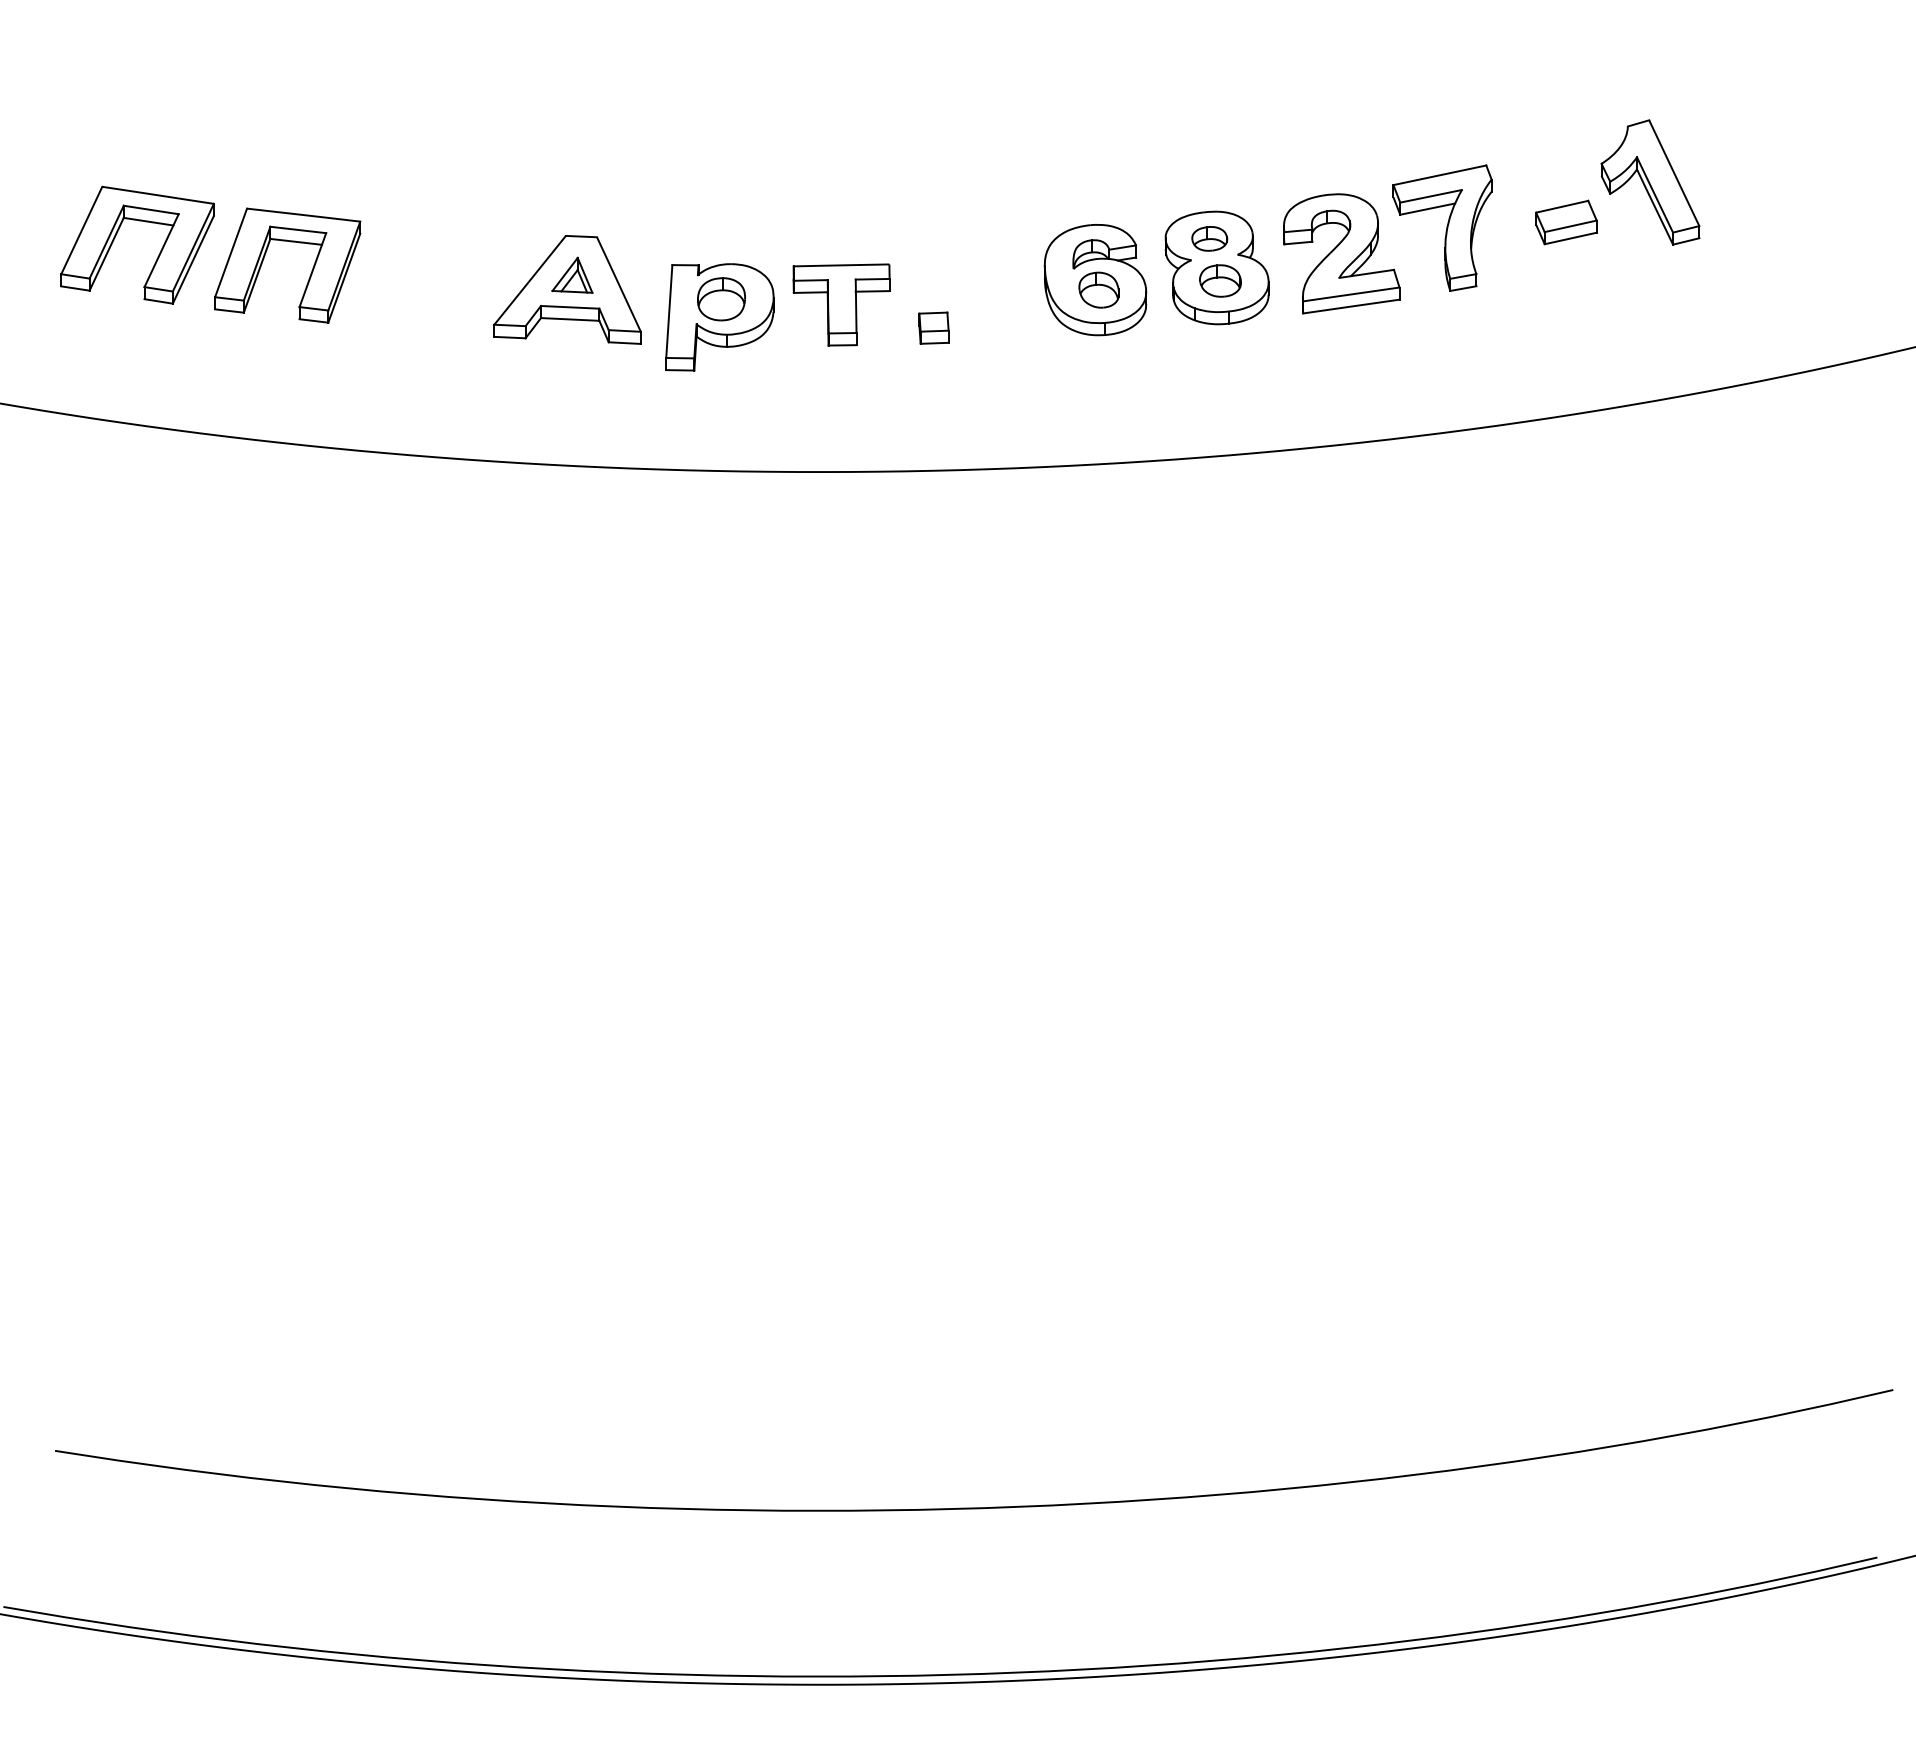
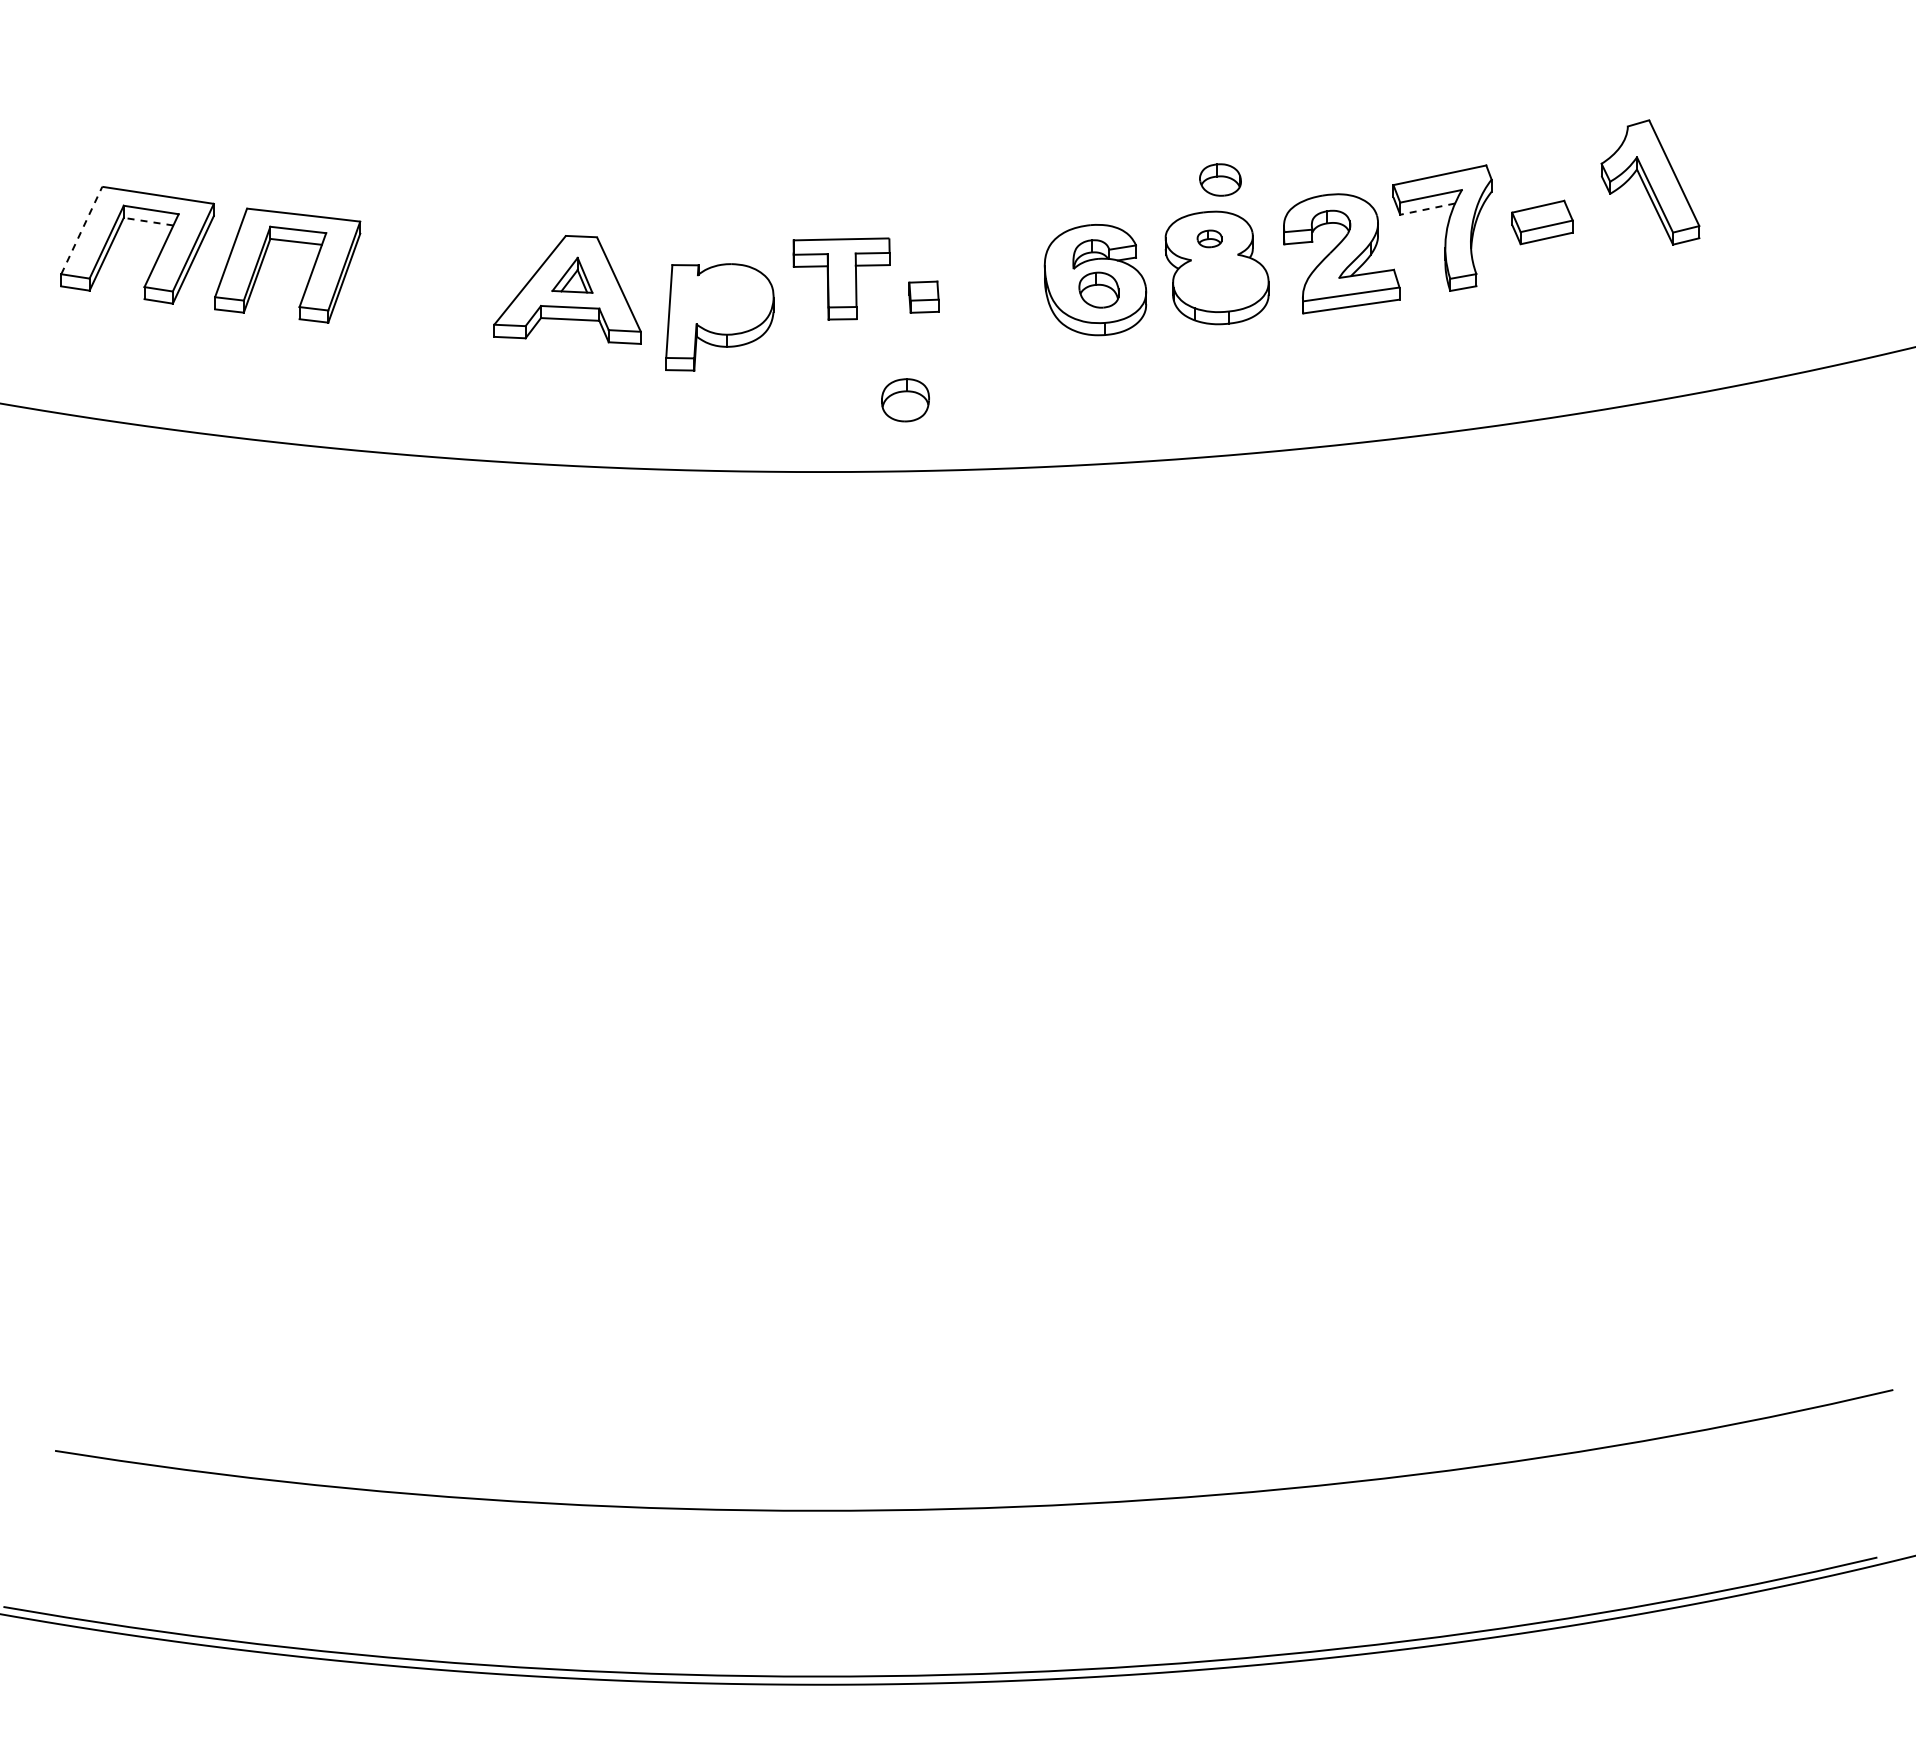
line at (1427, 209): solid -> dashed
line at (148, 221): solid -> dashed
part at (1566, 222) position: (1566, 222) -> (1542, 222)
line at (82, 230): solid -> dashed
part at (1209, 238) size: 38x26 px -> 27x20 px
part at (1220, 280) position: (1220, 280) -> (1220, 179)
part at (721, 299) position: (721, 299) -> (905, 400)
part at (841, 304) position: (841, 304) -> (841, 278)
part at (933, 327) position: (933, 327) -> (923, 296)
